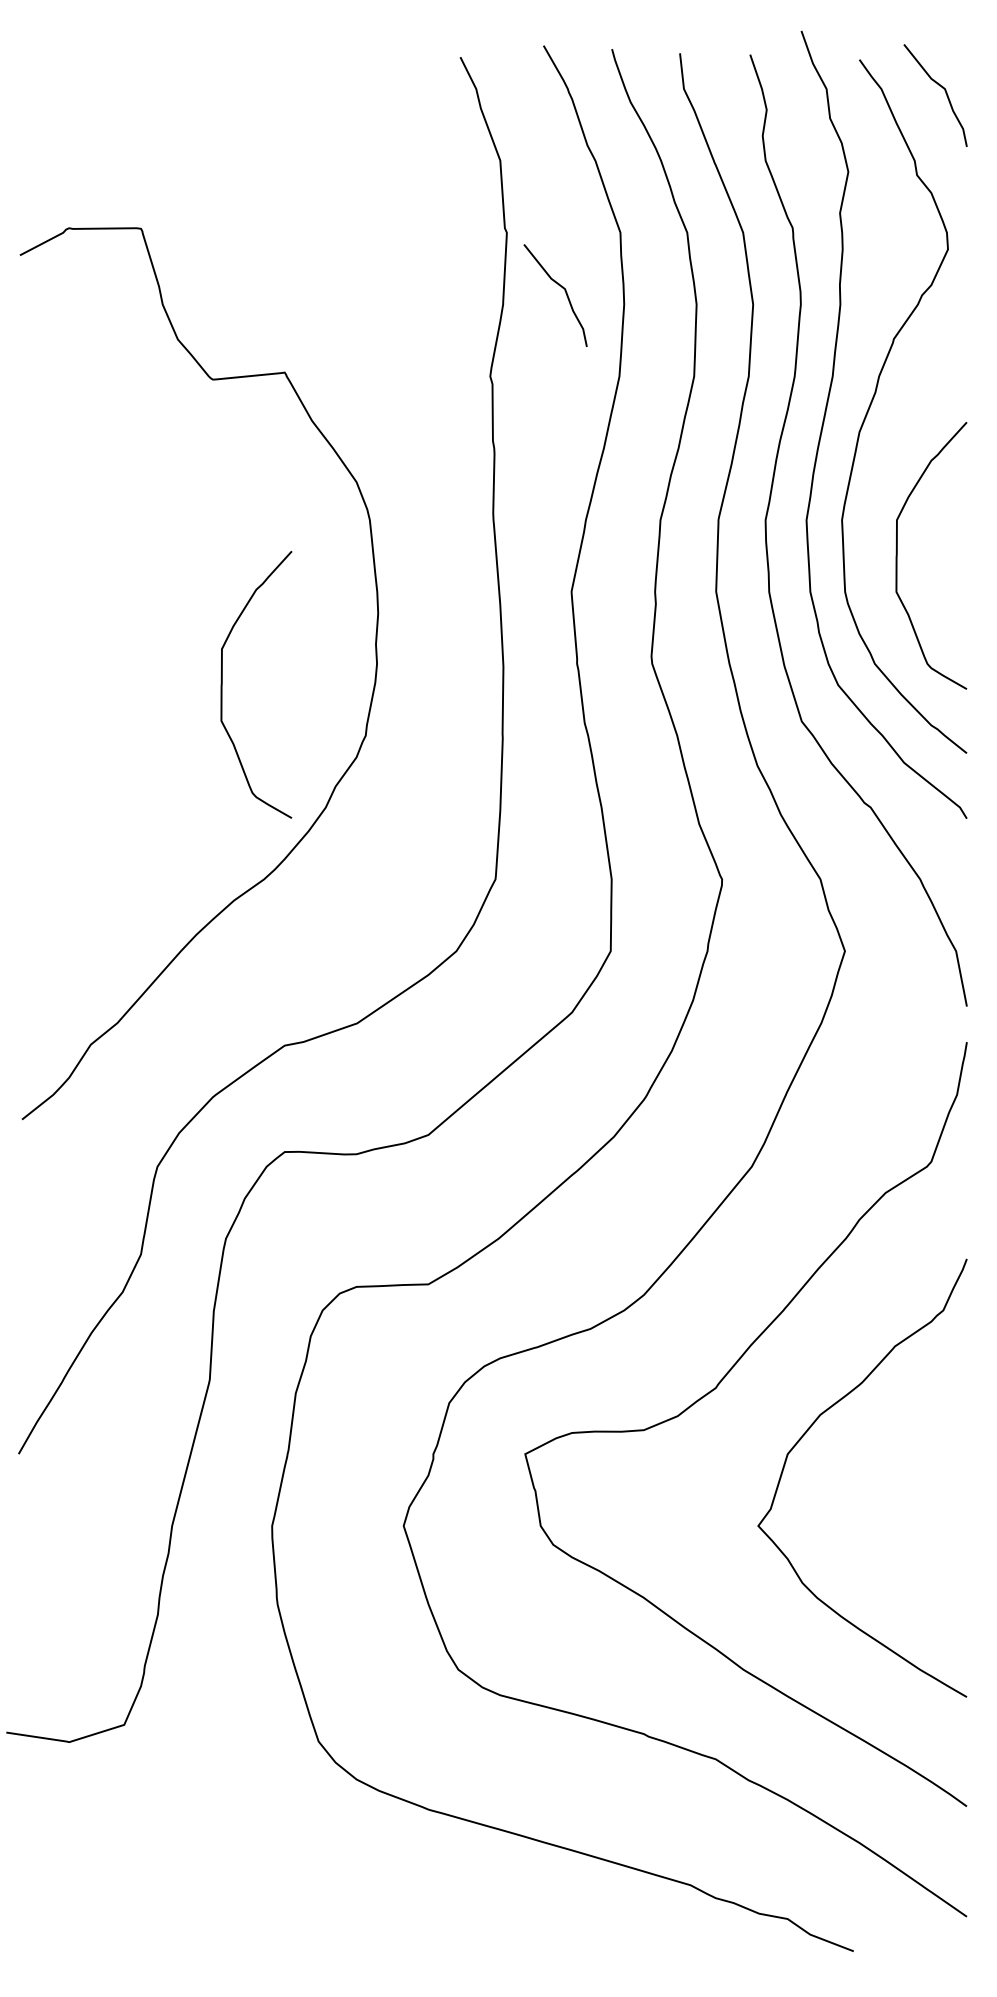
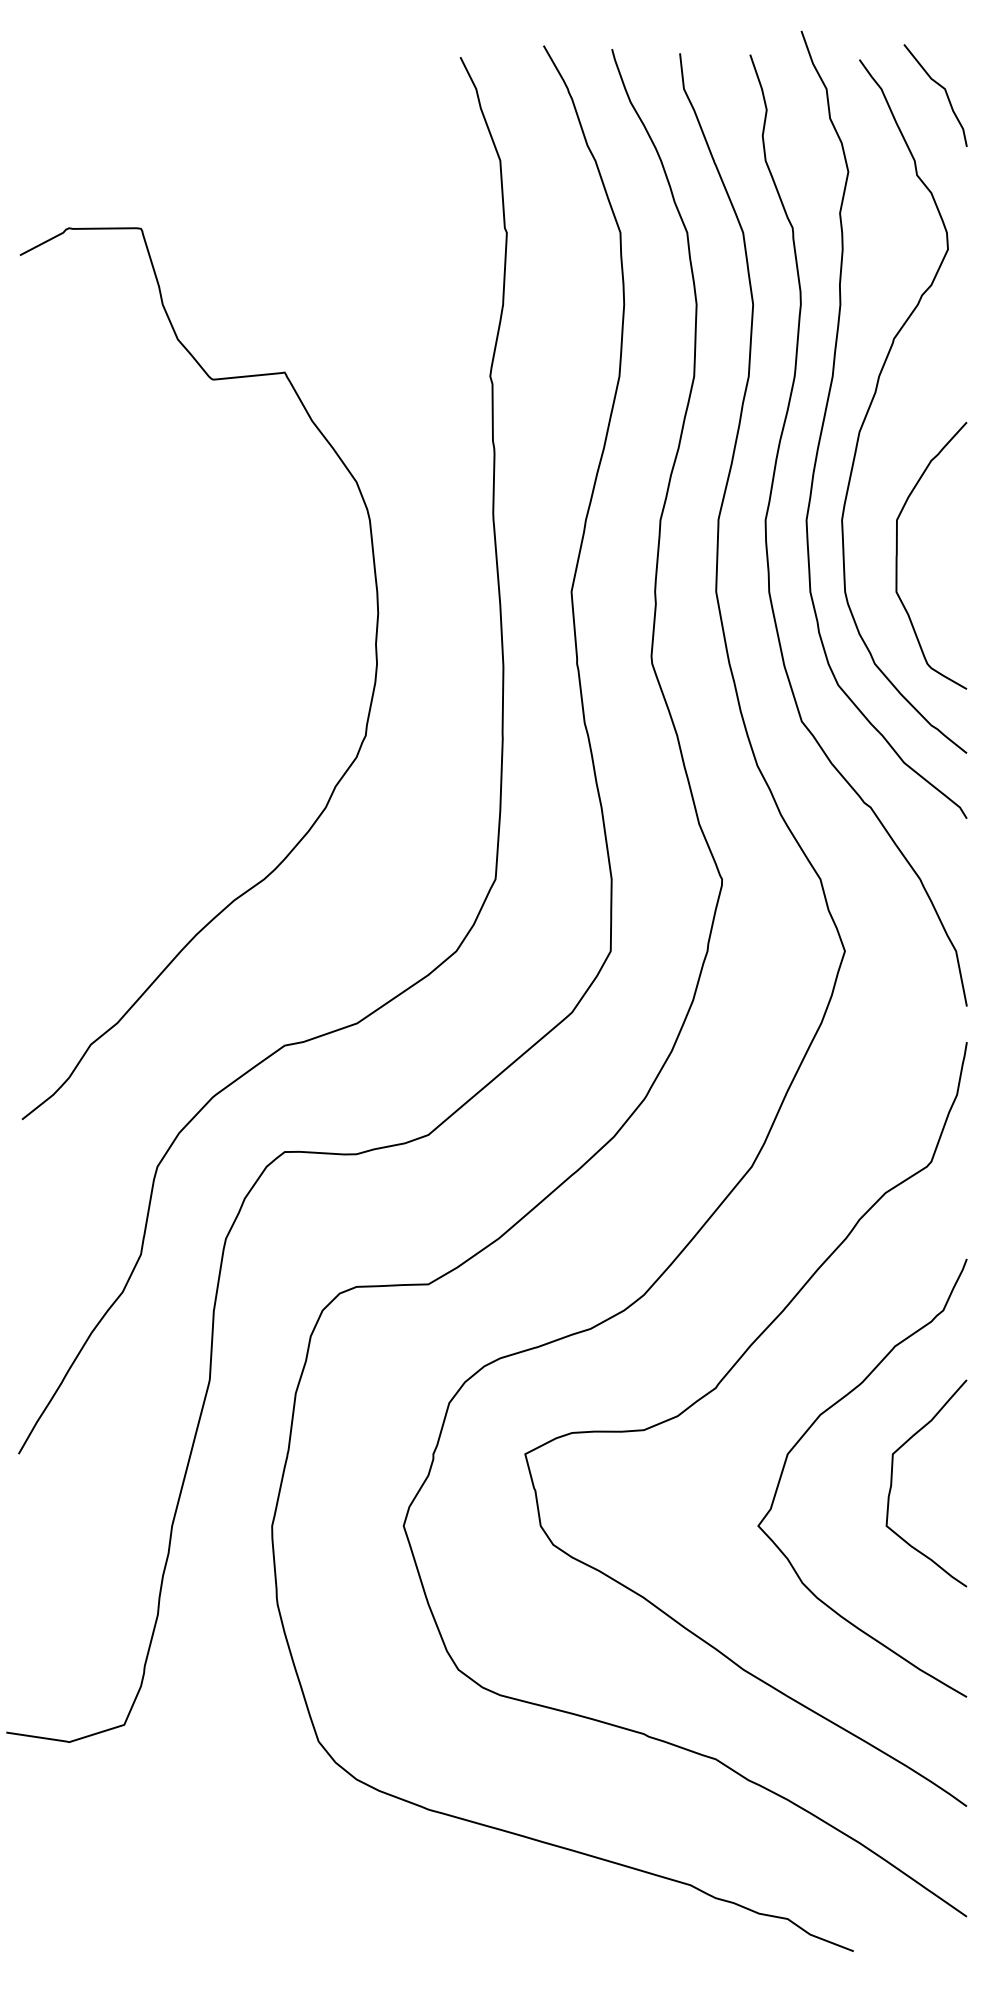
curve at (559, 286): present -> none
curve at (222, 684): present -> none
curve at (892, 1483): none -> present
